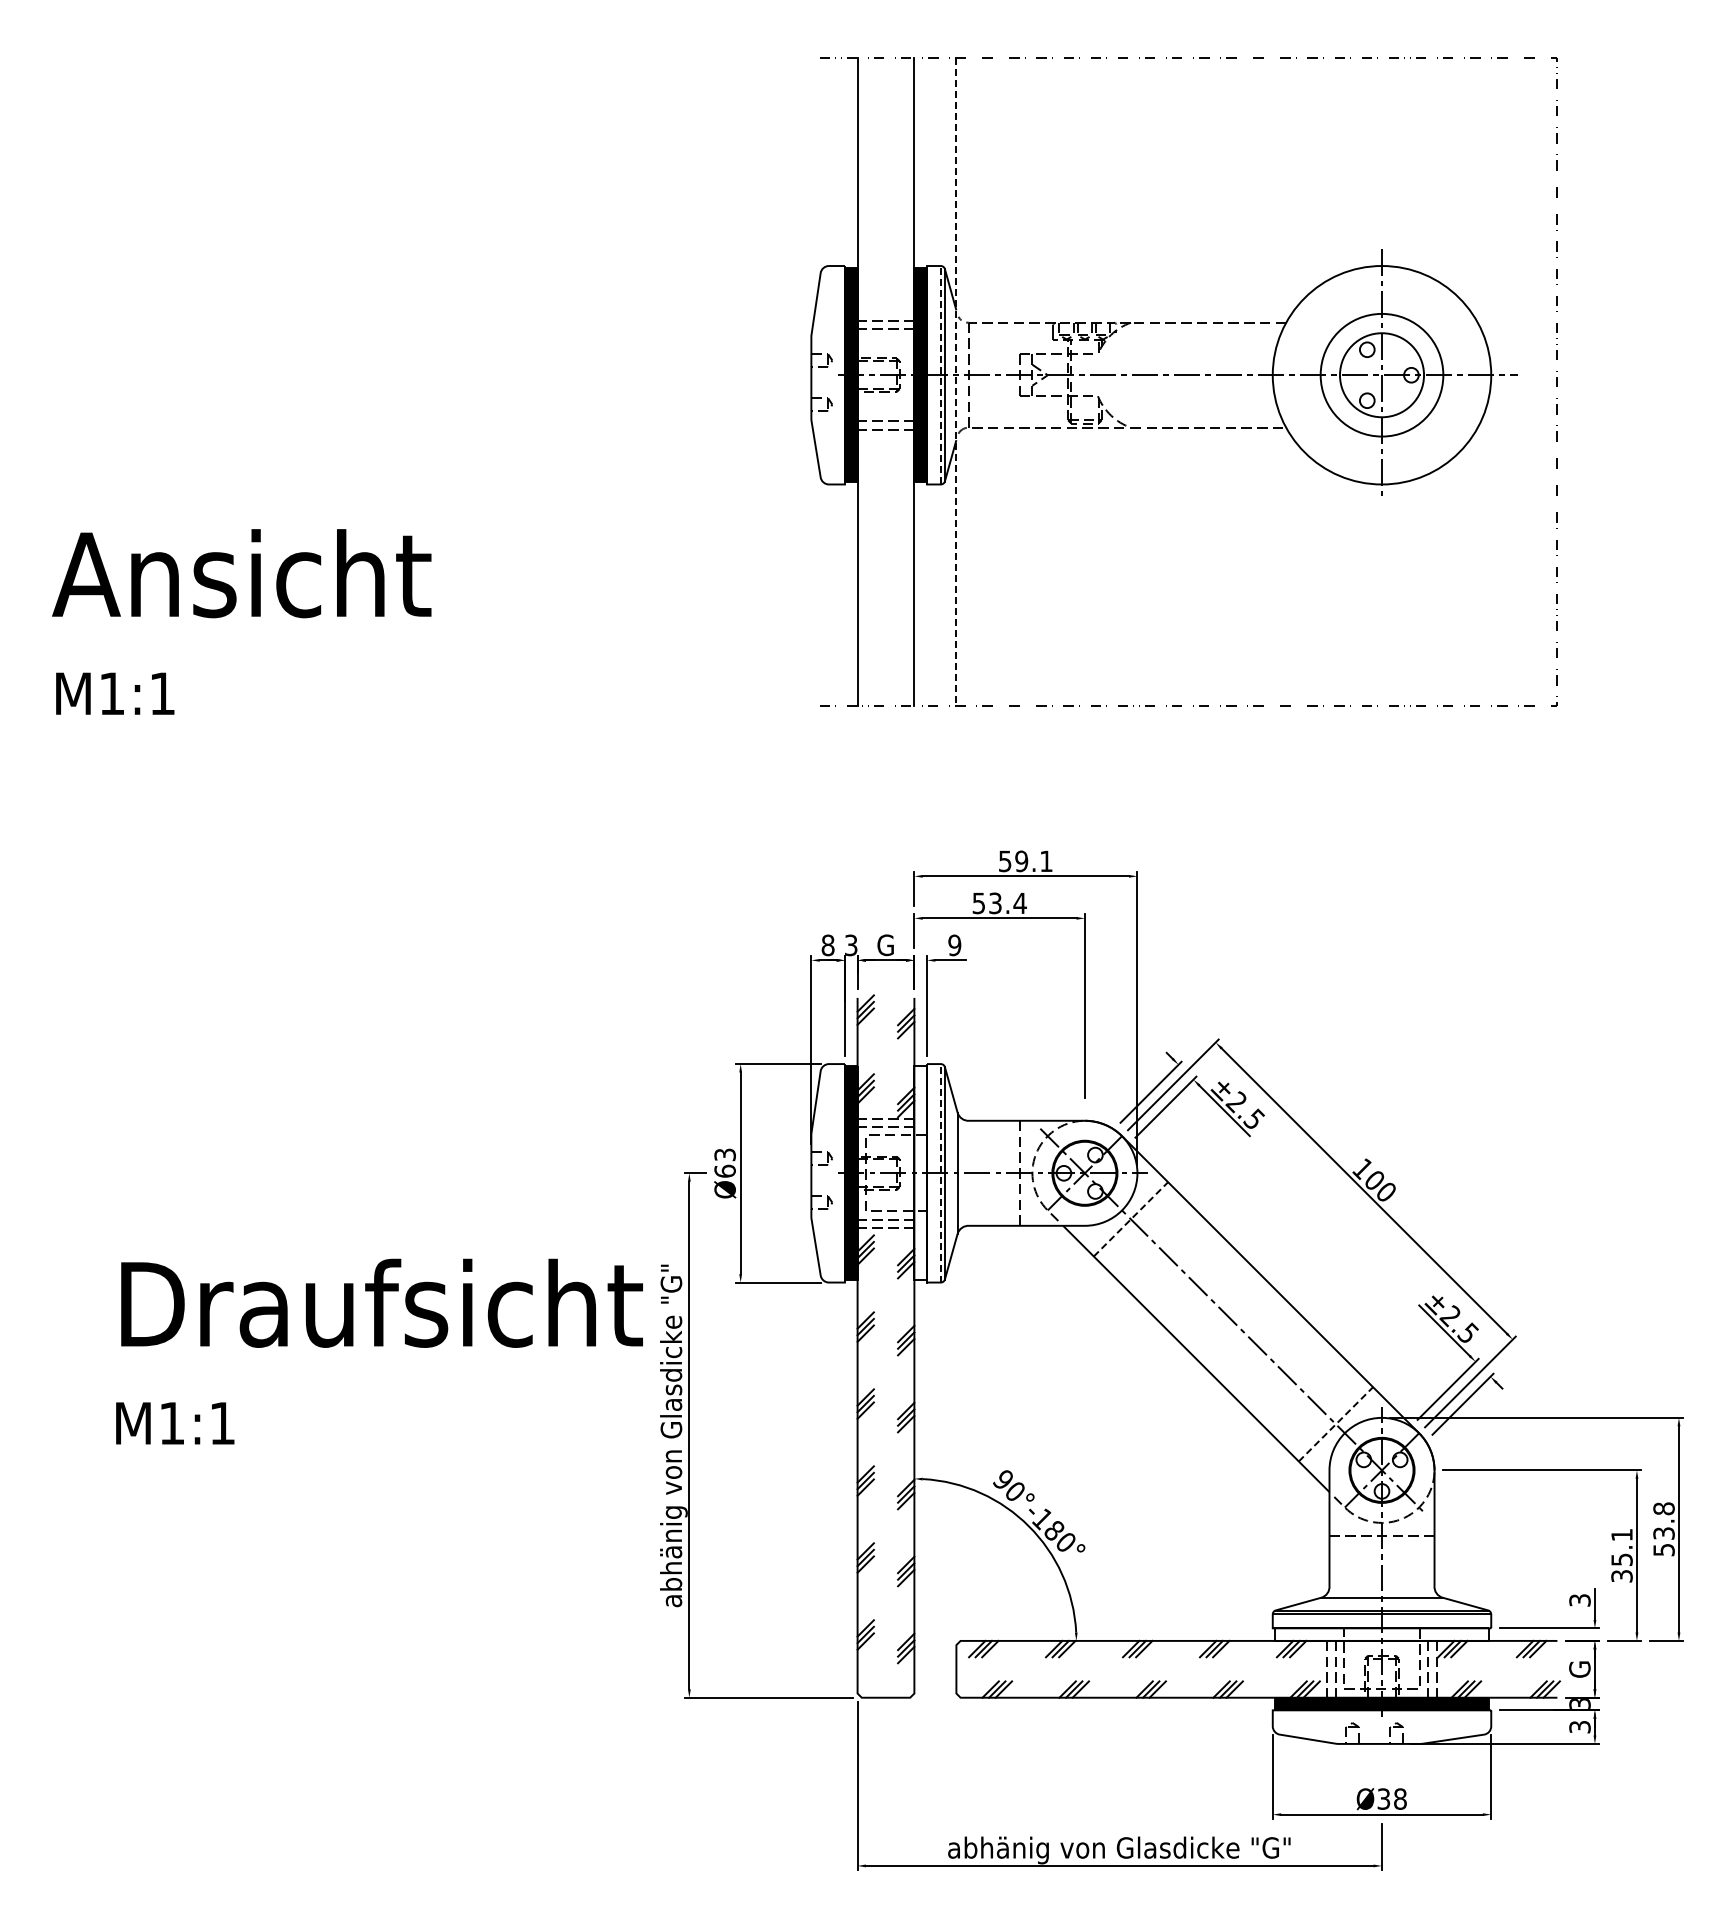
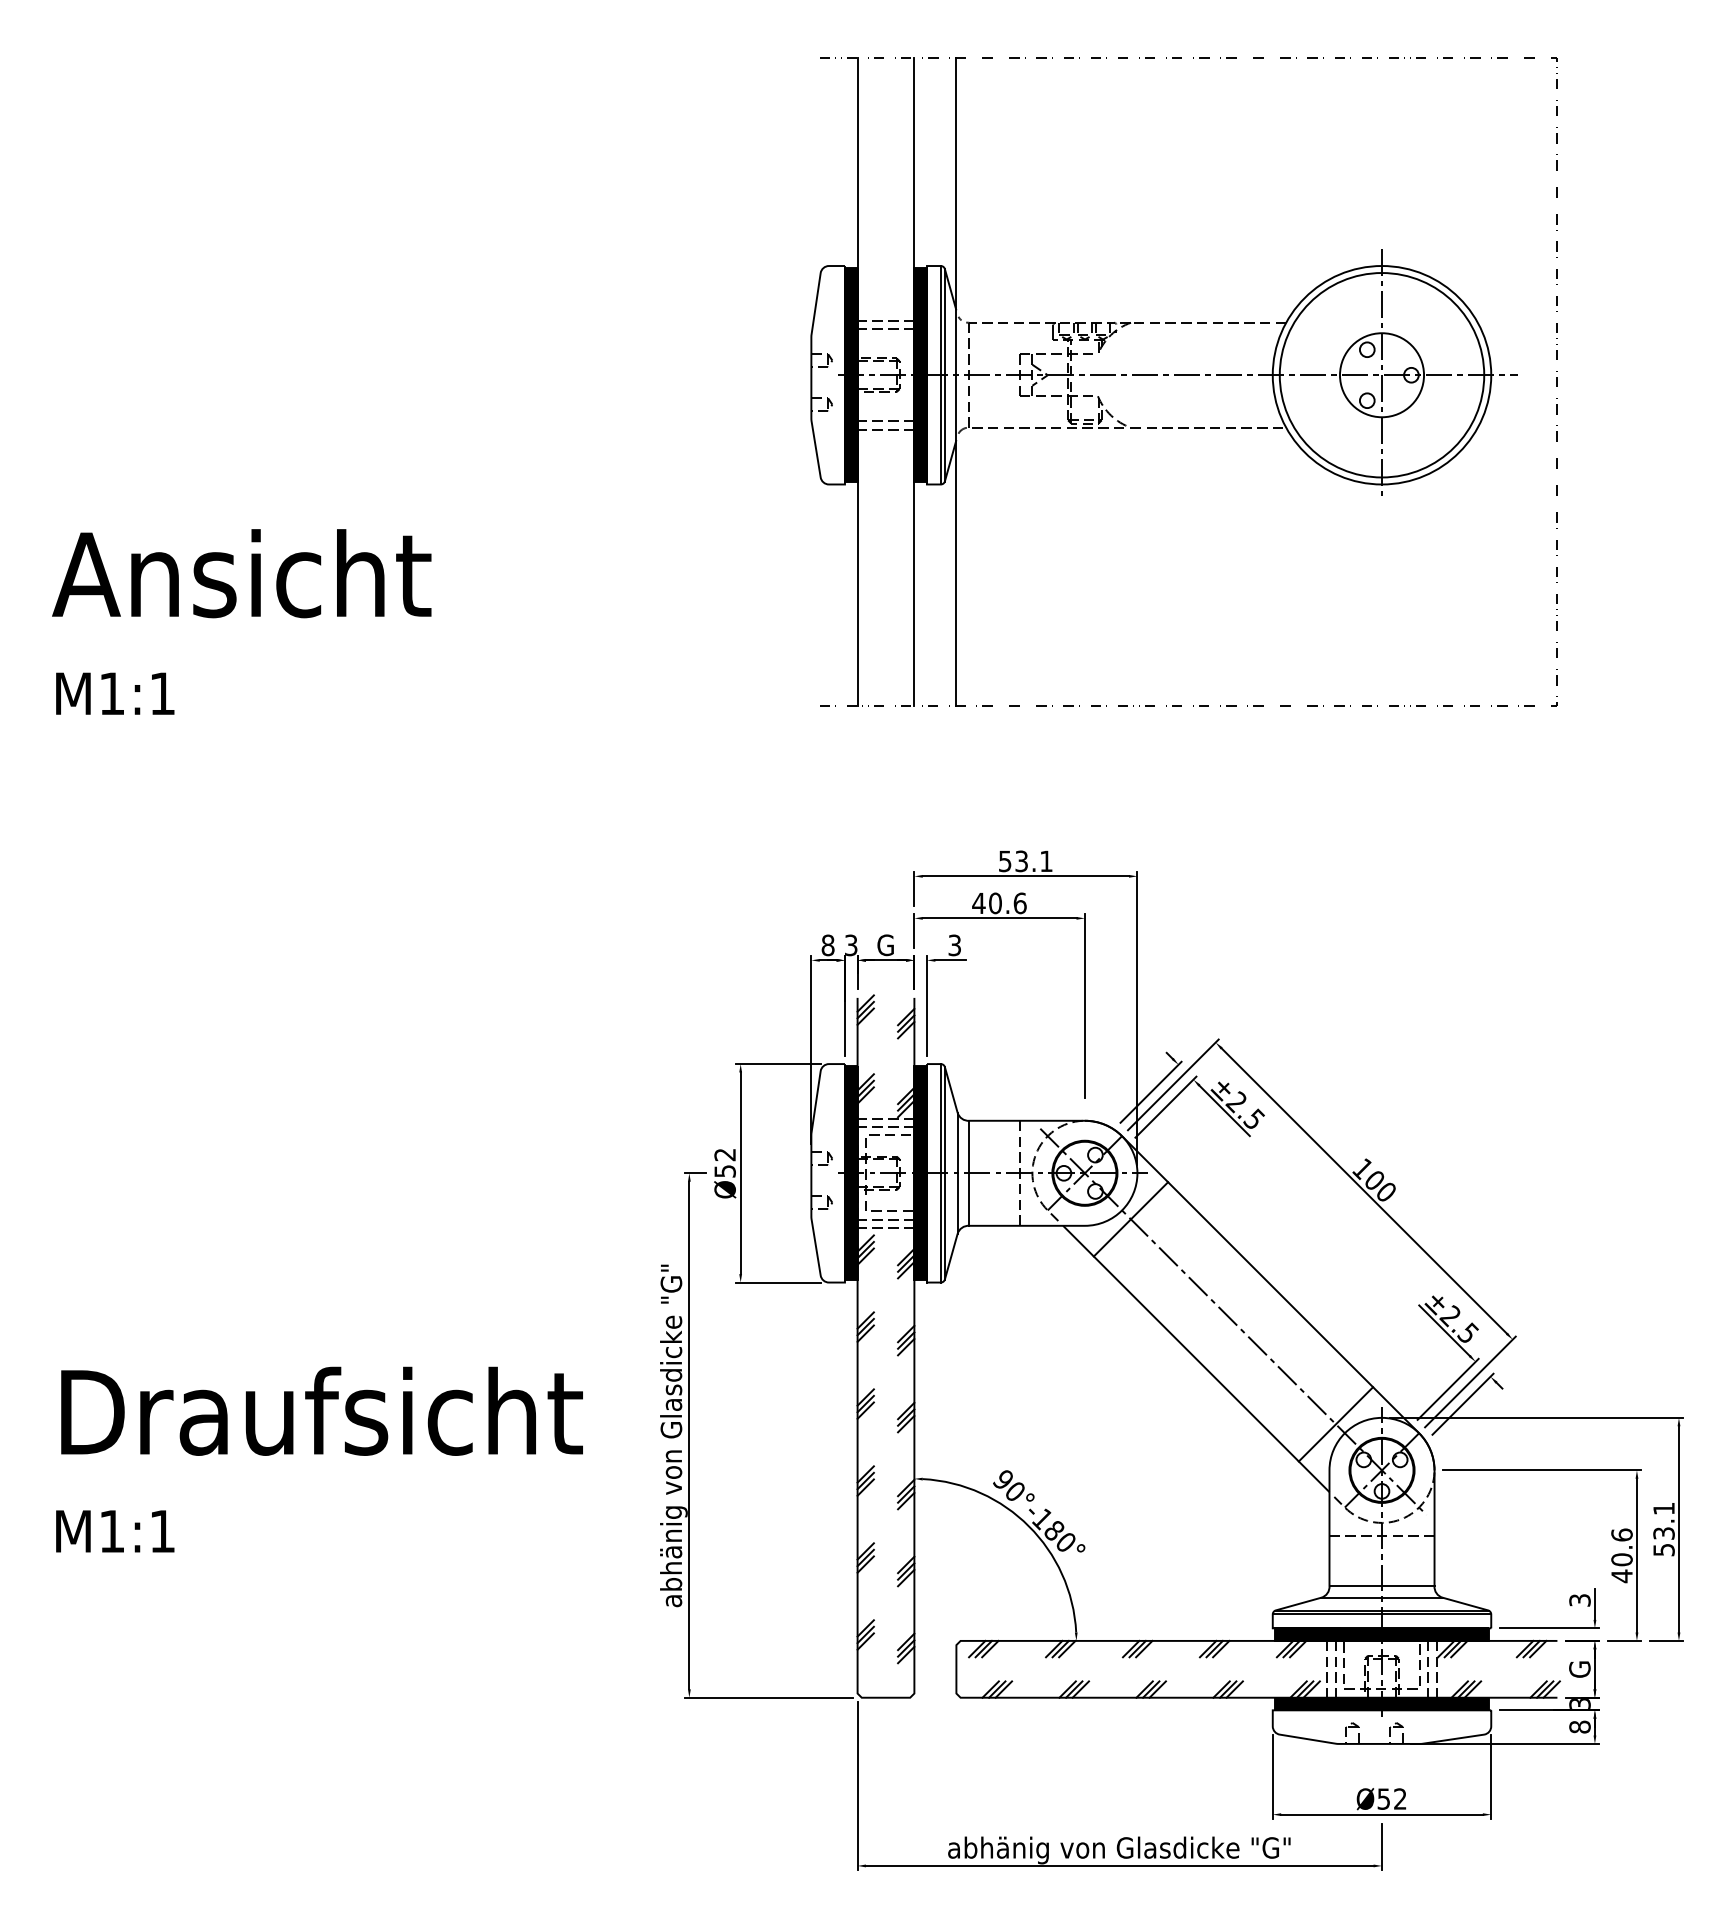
line at (940, 374): dashed -> solid
circle at (1381, 374) diameter: 123 px -> 204 px
line at (956, 382): dashed -> solid
text at (1021, 860): 59.1 -> 53.1
text at (999, 903): 53.4 -> 40.6
text at (954, 945): 9 -> 3
text at (724, 1162): Ø63 -> Ø52
line at (940, 1172): dashed -> solid
line at (969, 1172): none -> present
fill at (920, 1173): none -> present
line at (1130, 1219): dashed -> solid
text at (379, 1351) position: (379, 1351) -> (319, 1459)
line at (1335, 1424): dashed -> solid
text at (1663, 1508): 53.8 -> 53.1
text at (1621, 1555): 35.1 -> 40.6
line at (1381, 1585): none -> present
fill at (1381, 1634): none -> present
text at (1579, 1726): 3 -> 8
text at (1392, 1798): Ø38 -> Ø52
